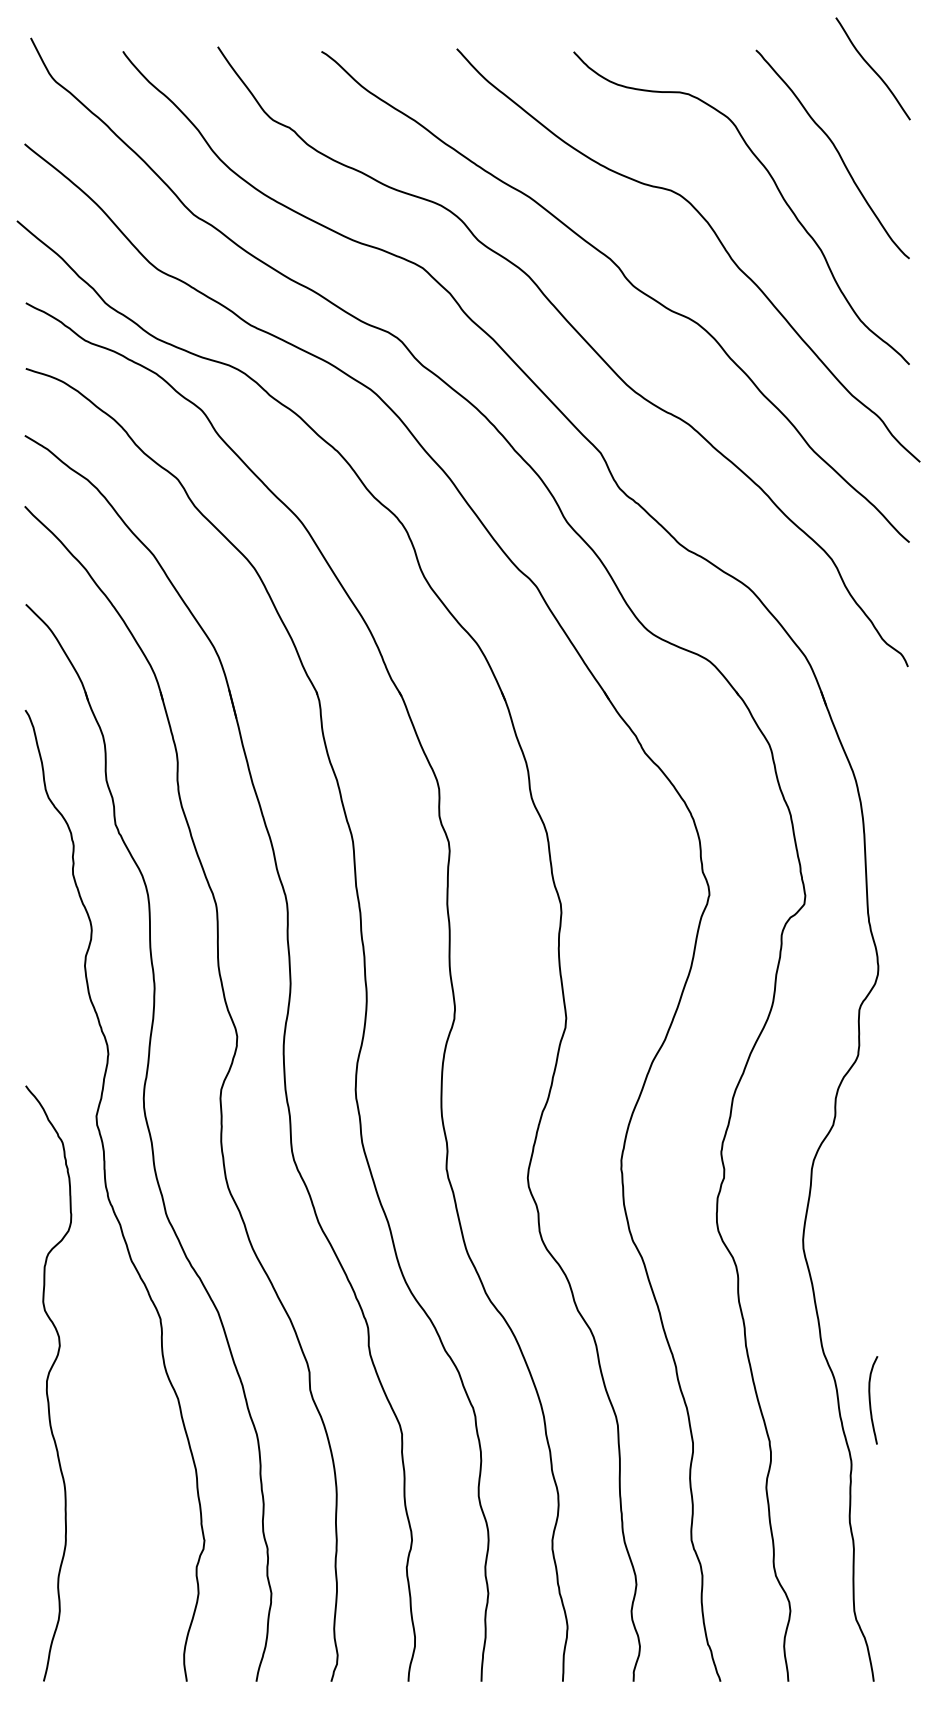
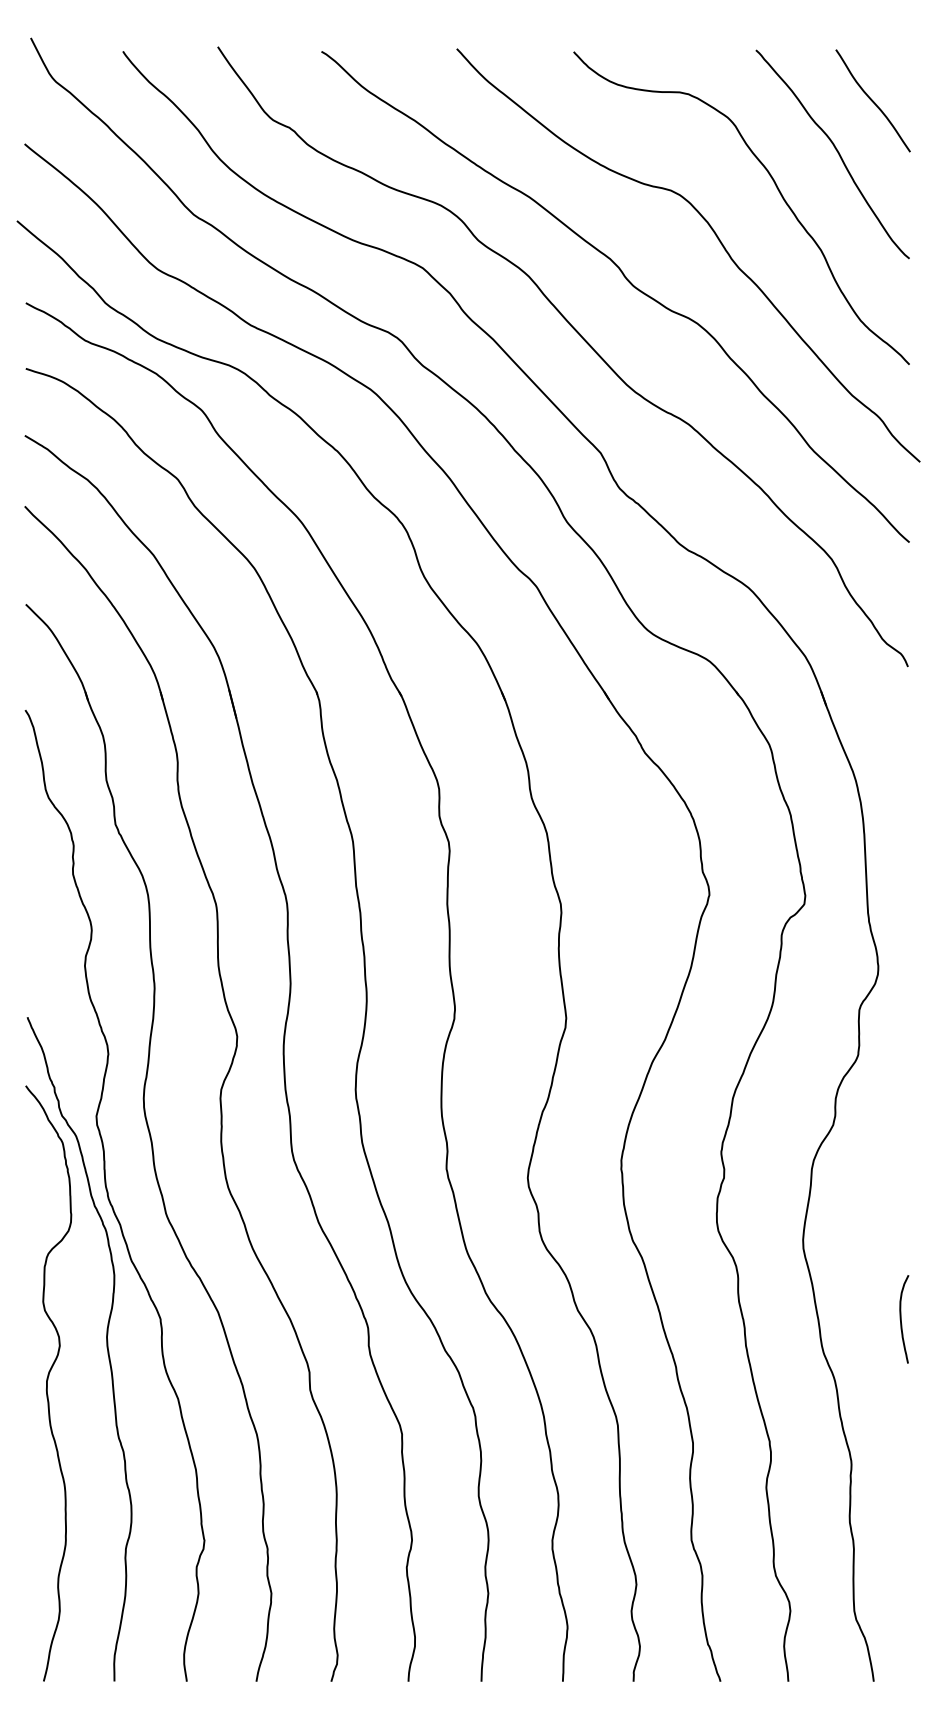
curve at (872, 68) position: (872, 68) -> (872, 100)
curve at (106, 1348): none -> present
curve at (870, 1400) position: (870, 1400) -> (901, 1319)
